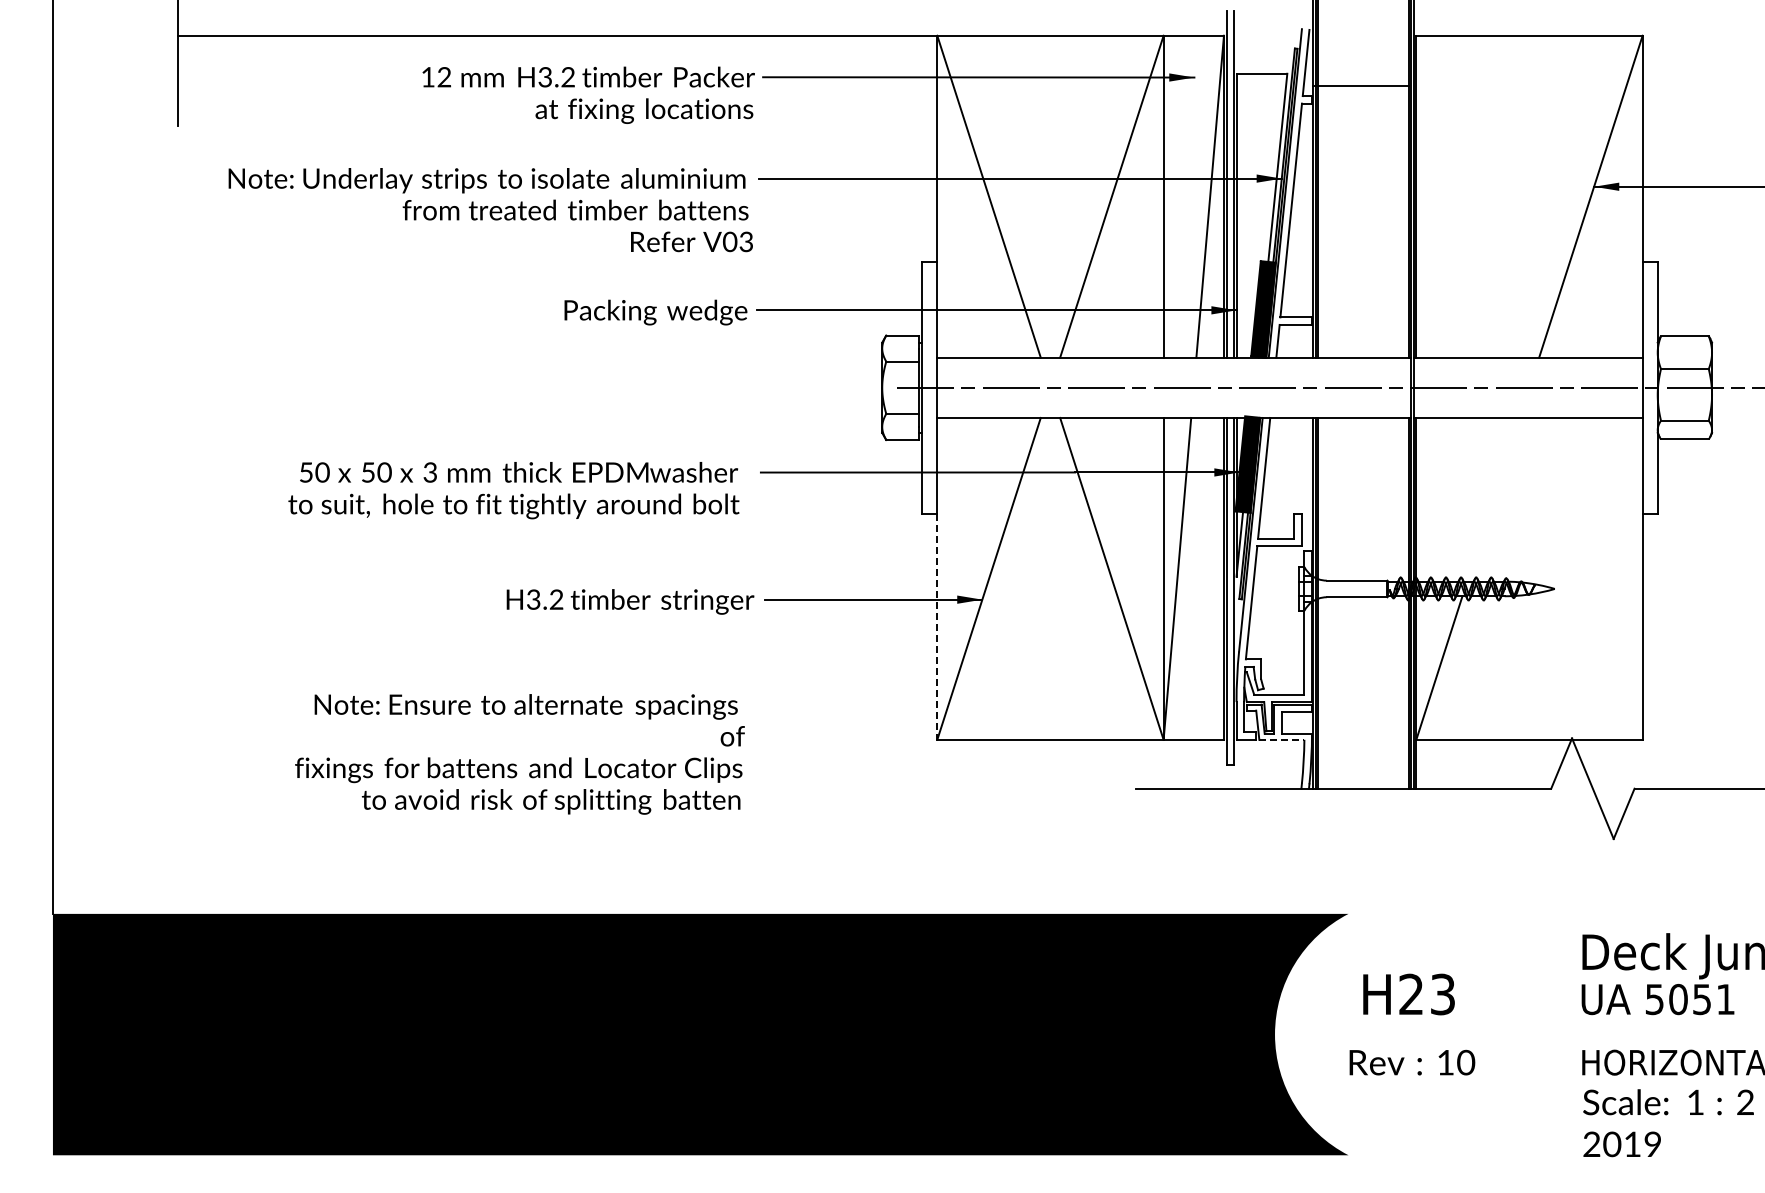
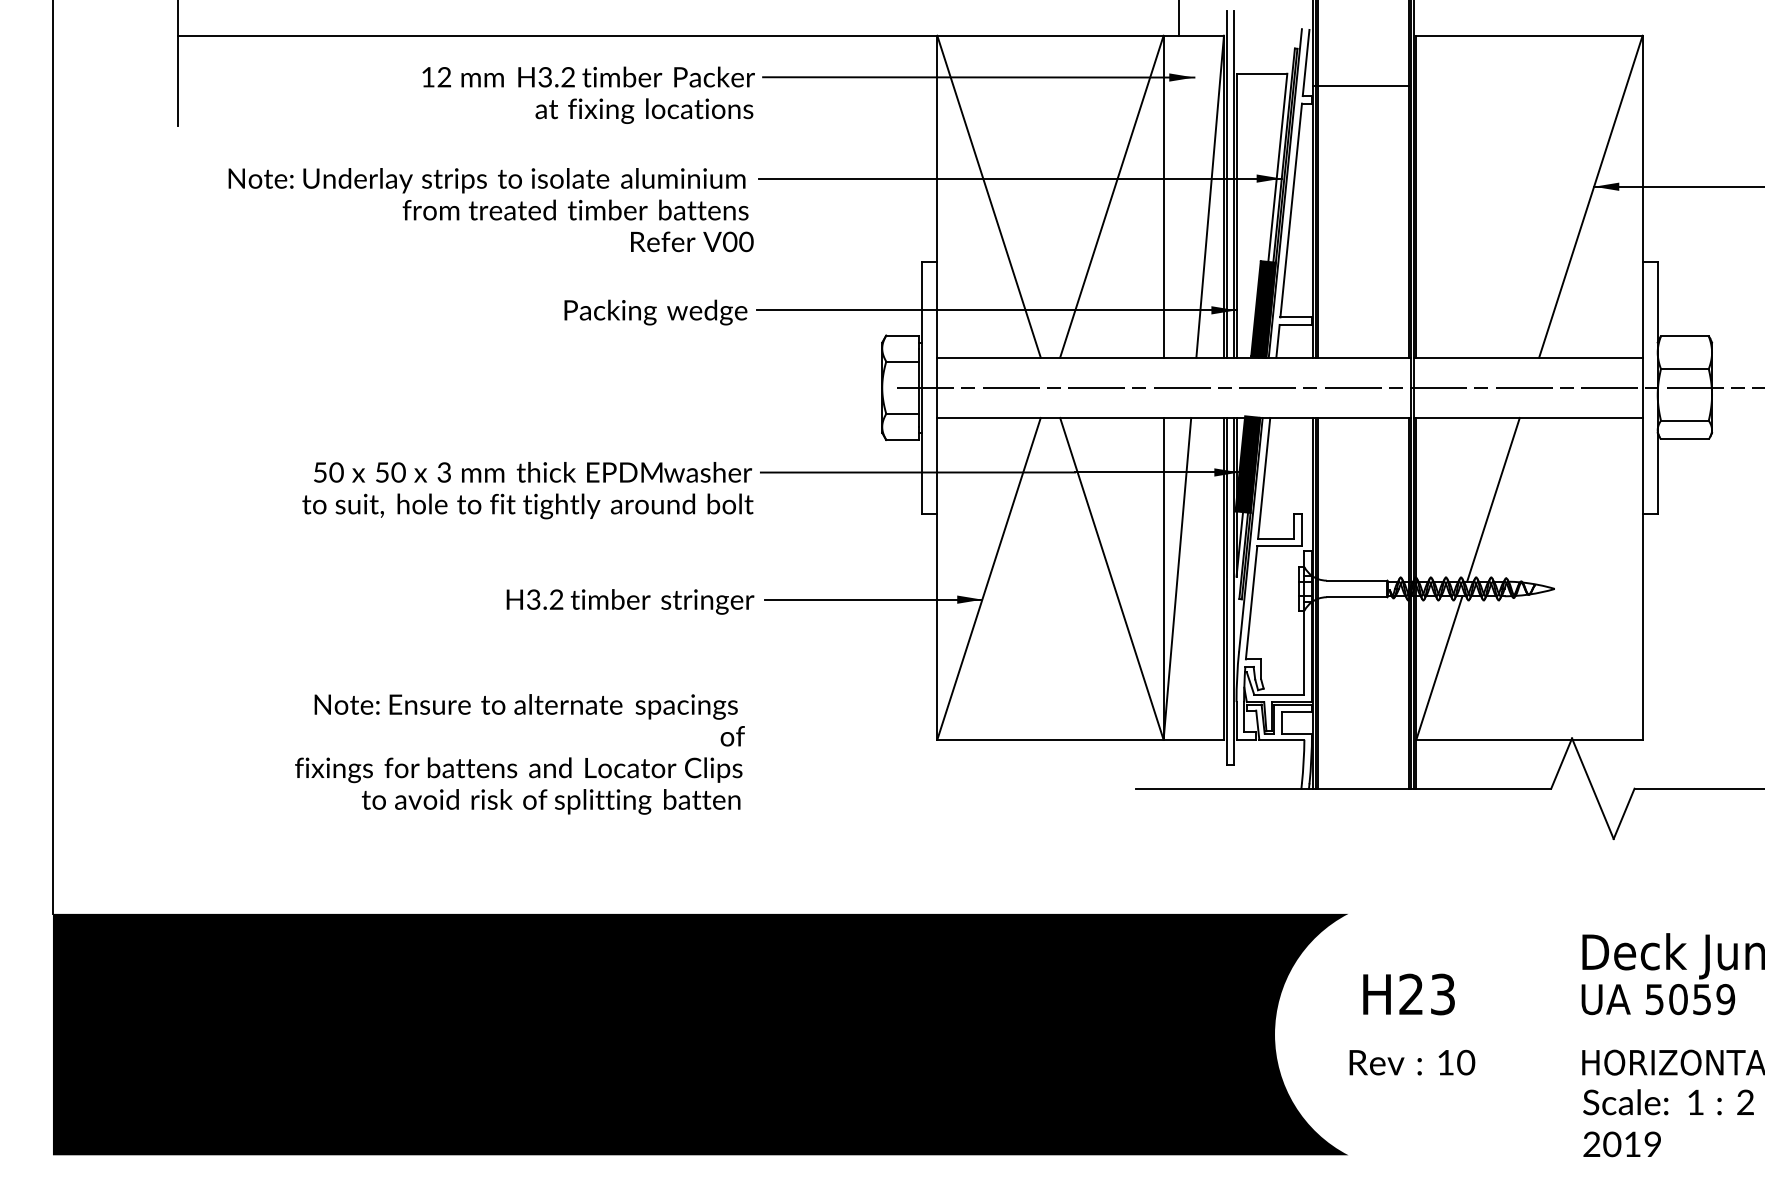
line at (1178, 18): none -> present
text at (746, 241): V03 -> V00
text at (513, 490) position: (513, 490) -> (527, 490)
line at (1493, 499): none -> present
line at (937, 627): dashed -> solid
line at (1281, 739): dashed -> solid
text at (1725, 999): 5051 -> 5059
